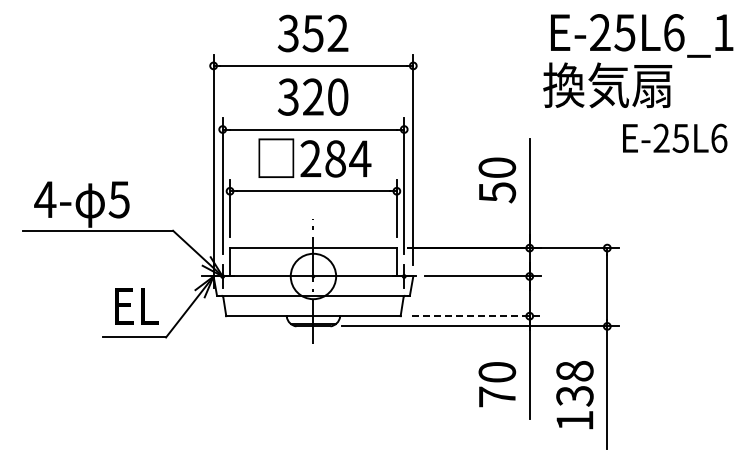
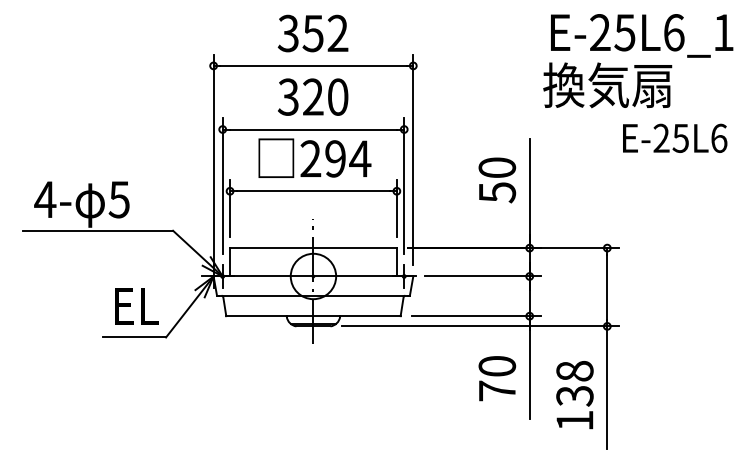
text at (335, 158): 284 -> 294
line at (476, 316): dashed -> solid
text at (497, 384) position: (497, 384) -> (497, 378)
